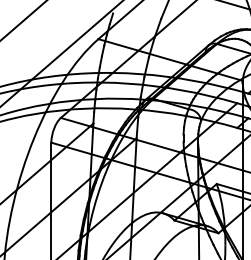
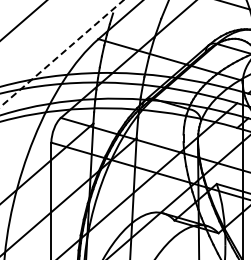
line at (61, 53): solid -> dashed
